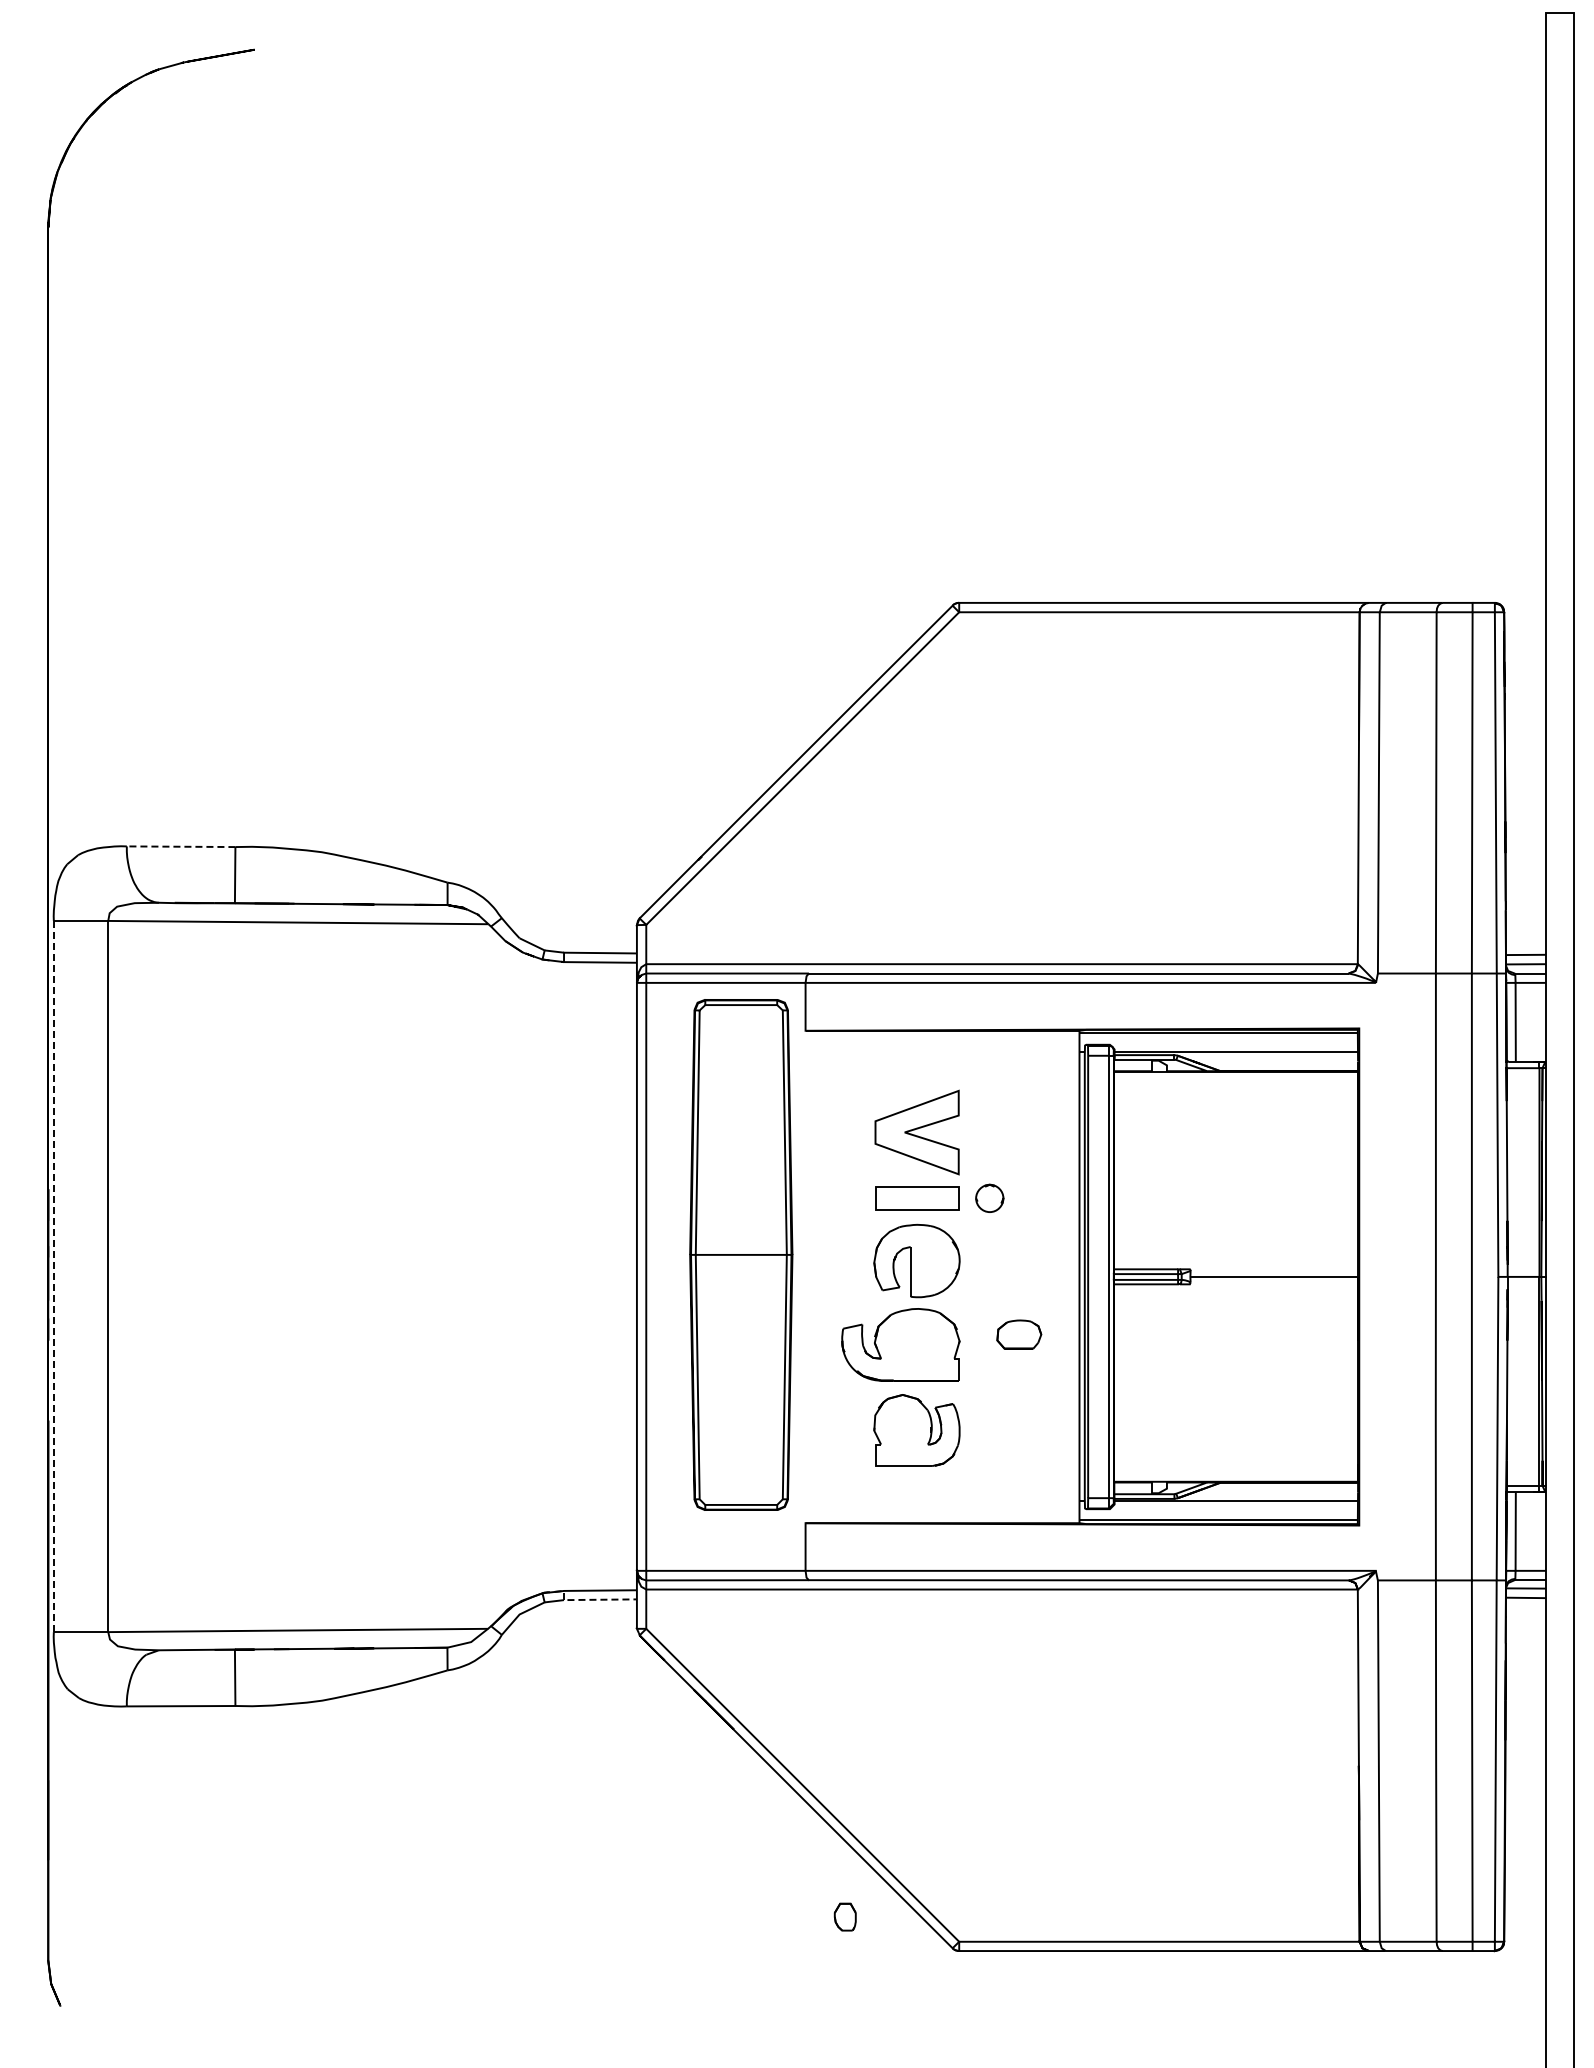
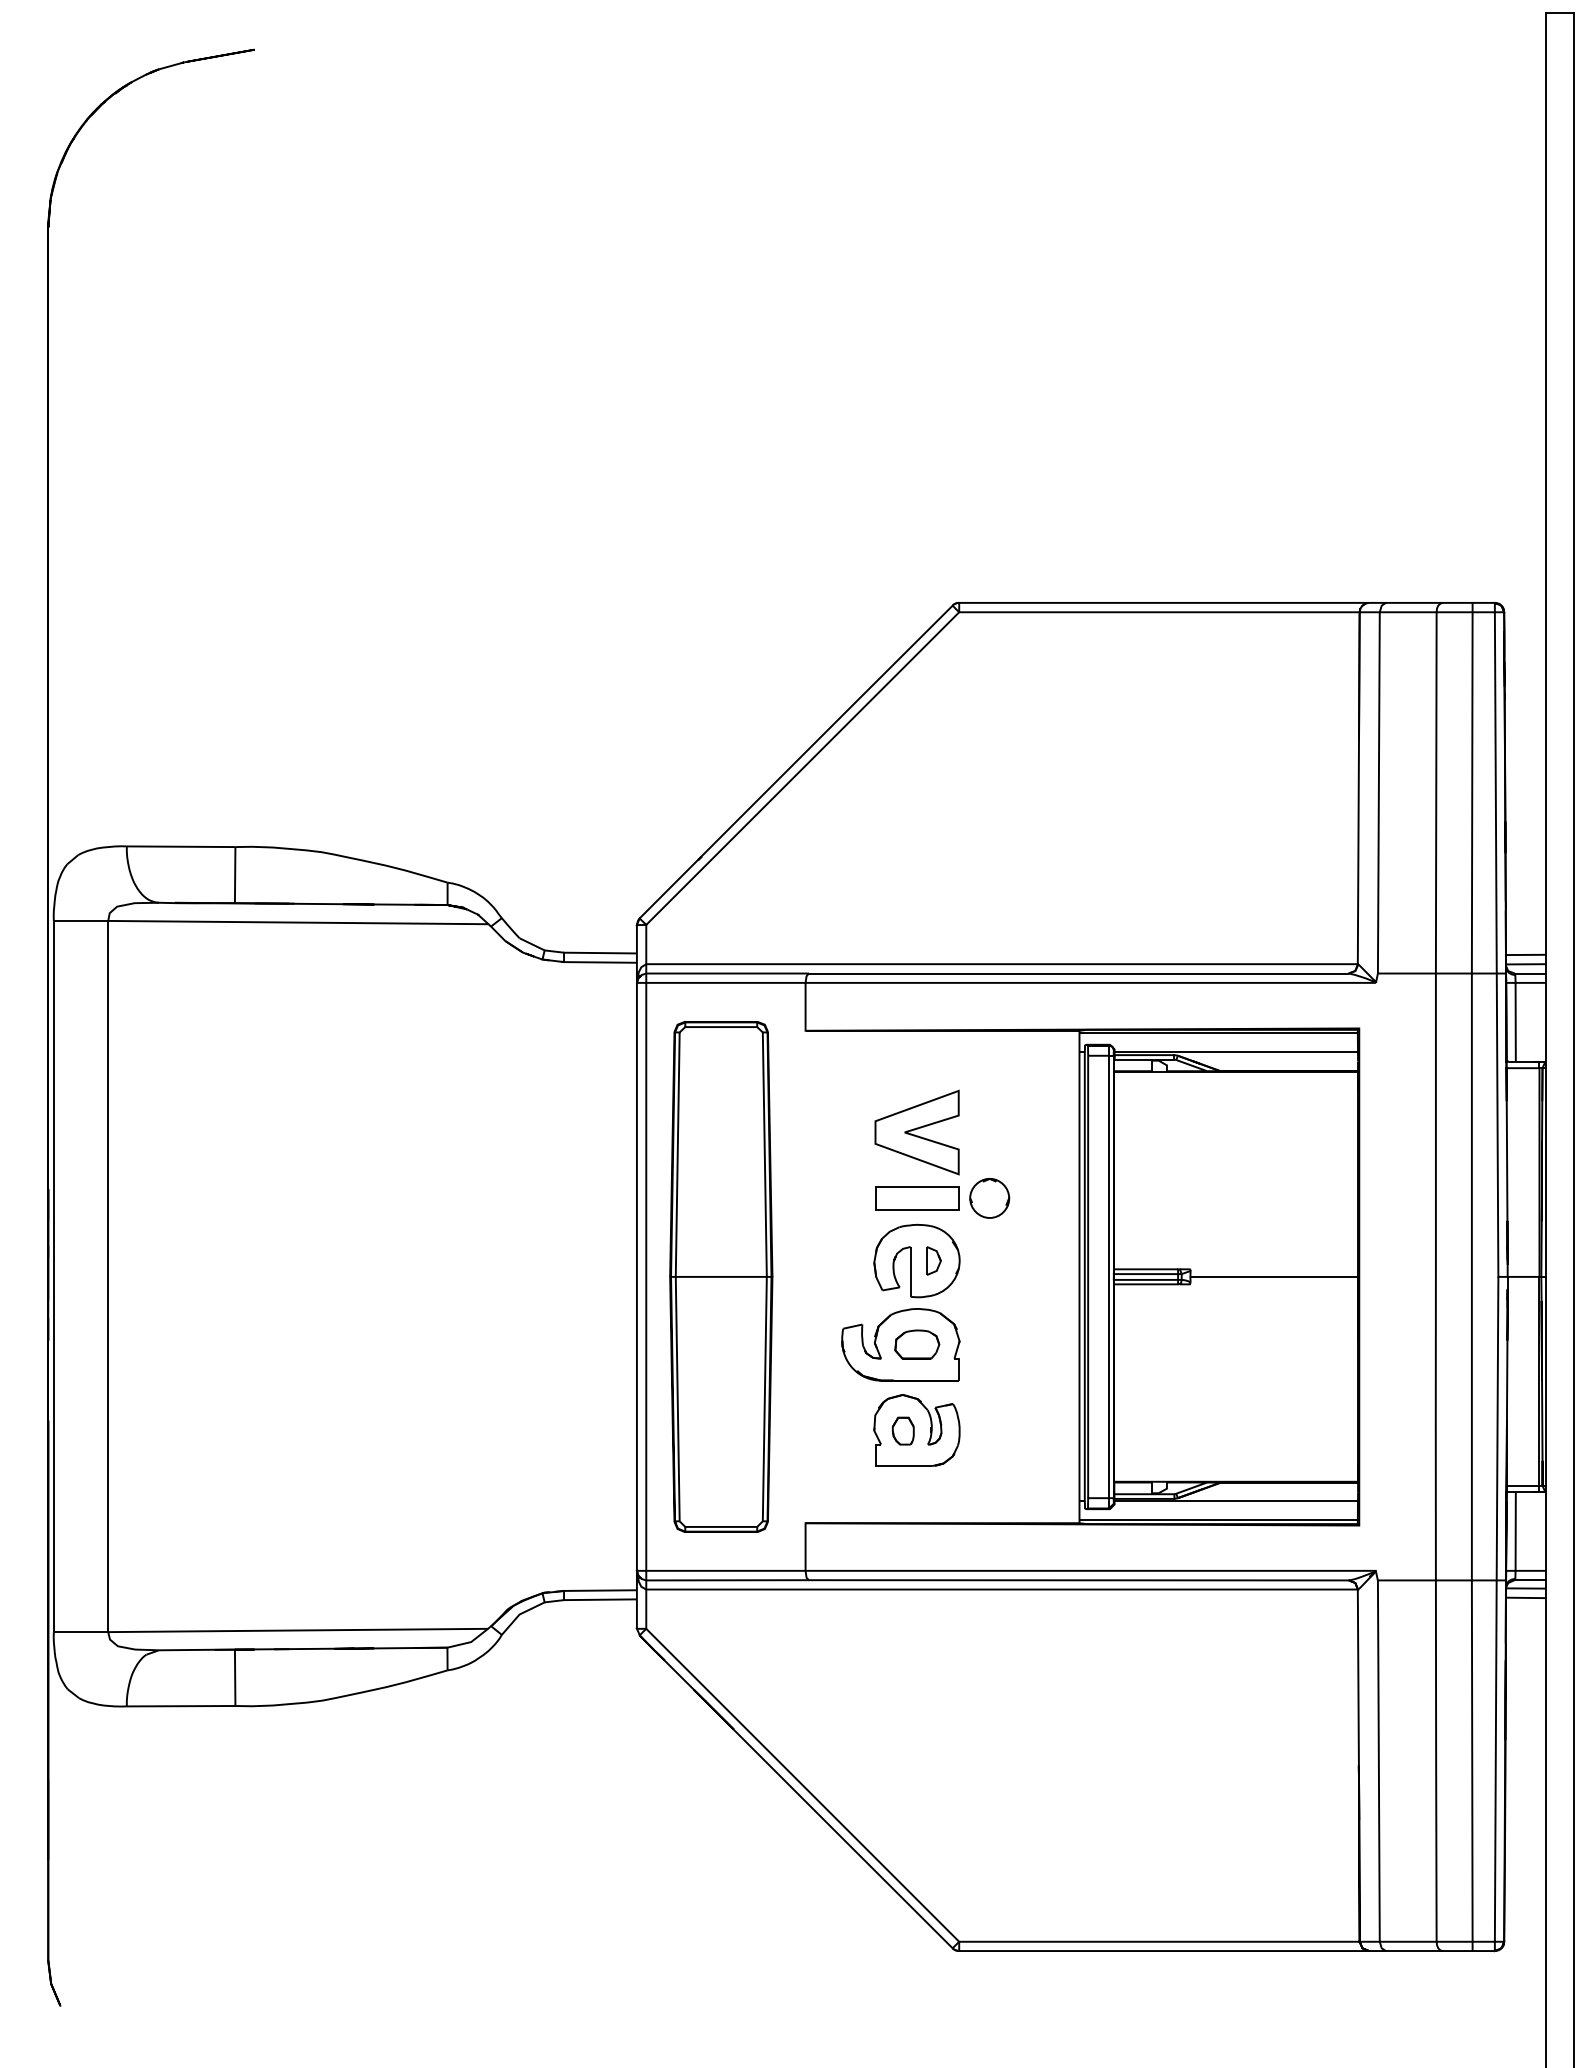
line at (180, 846): dashed -> solid
part at (989, 1197) size: 30x30 px -> 42x41 px
part at (741, 1254) position: (741, 1254) -> (721, 1276)
part at (933, 1260): none -> present
line at (53, 1276): dashed -> solid
part at (1019, 1334) position: (1019, 1334) -> (917, 1344)
line at (589, 1599): dashed -> solid
part at (844, 1916) position: (844, 1916) -> (902, 1430)
